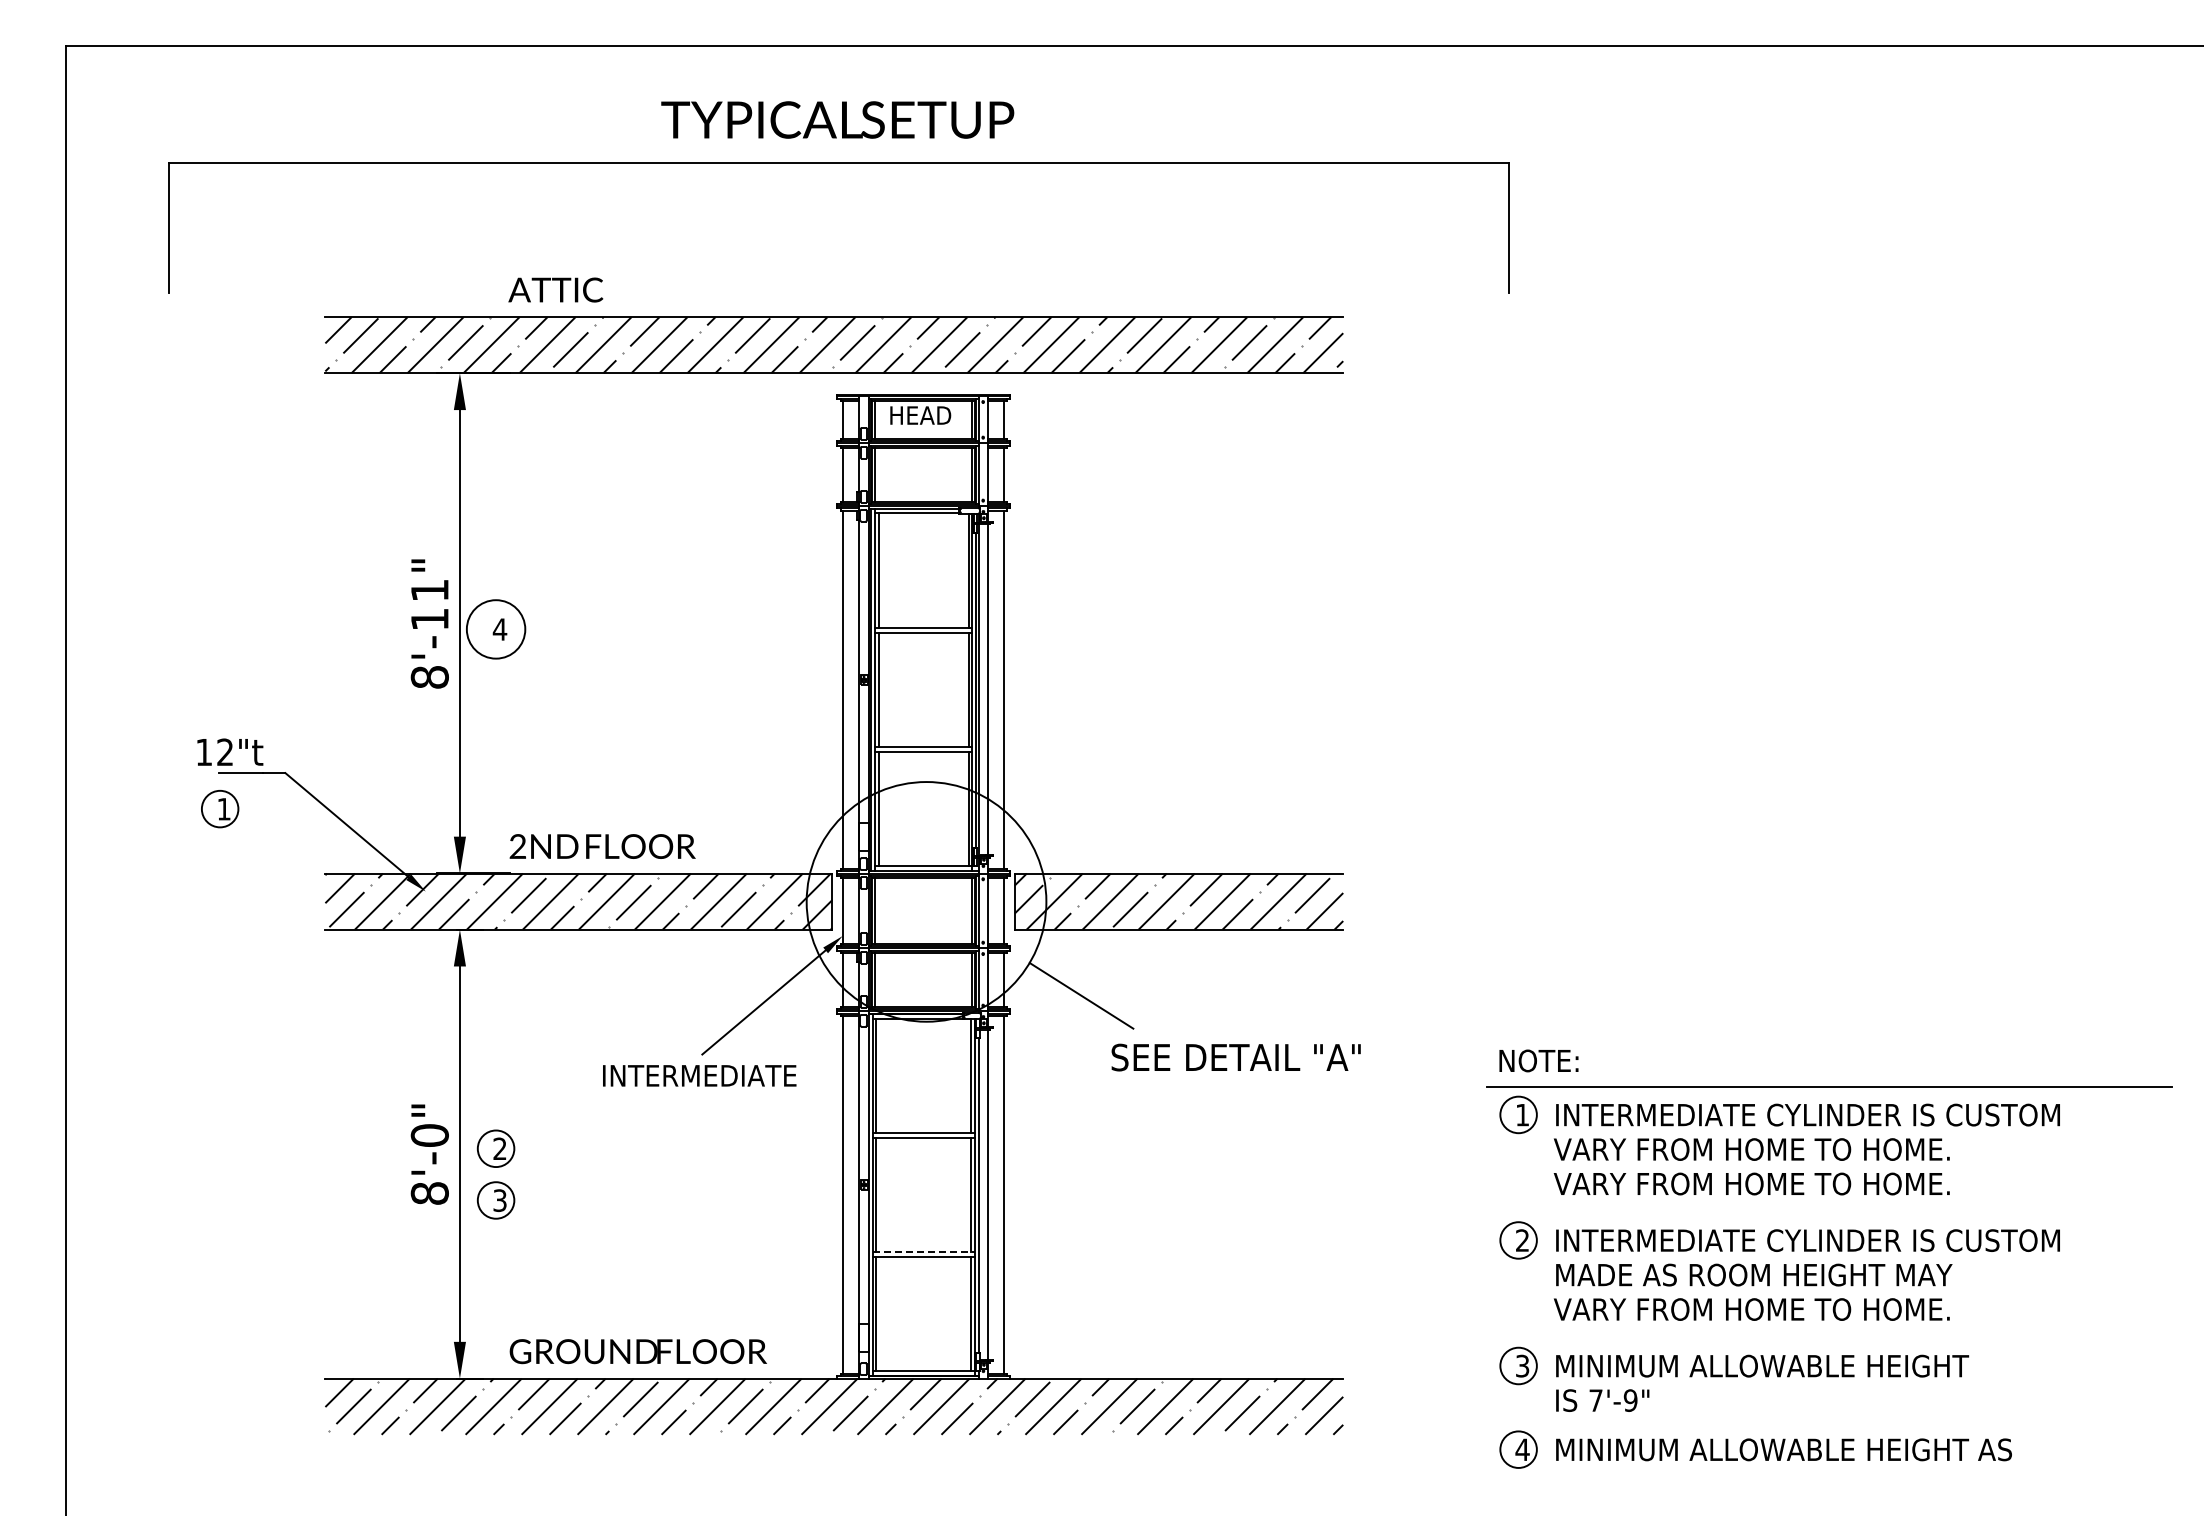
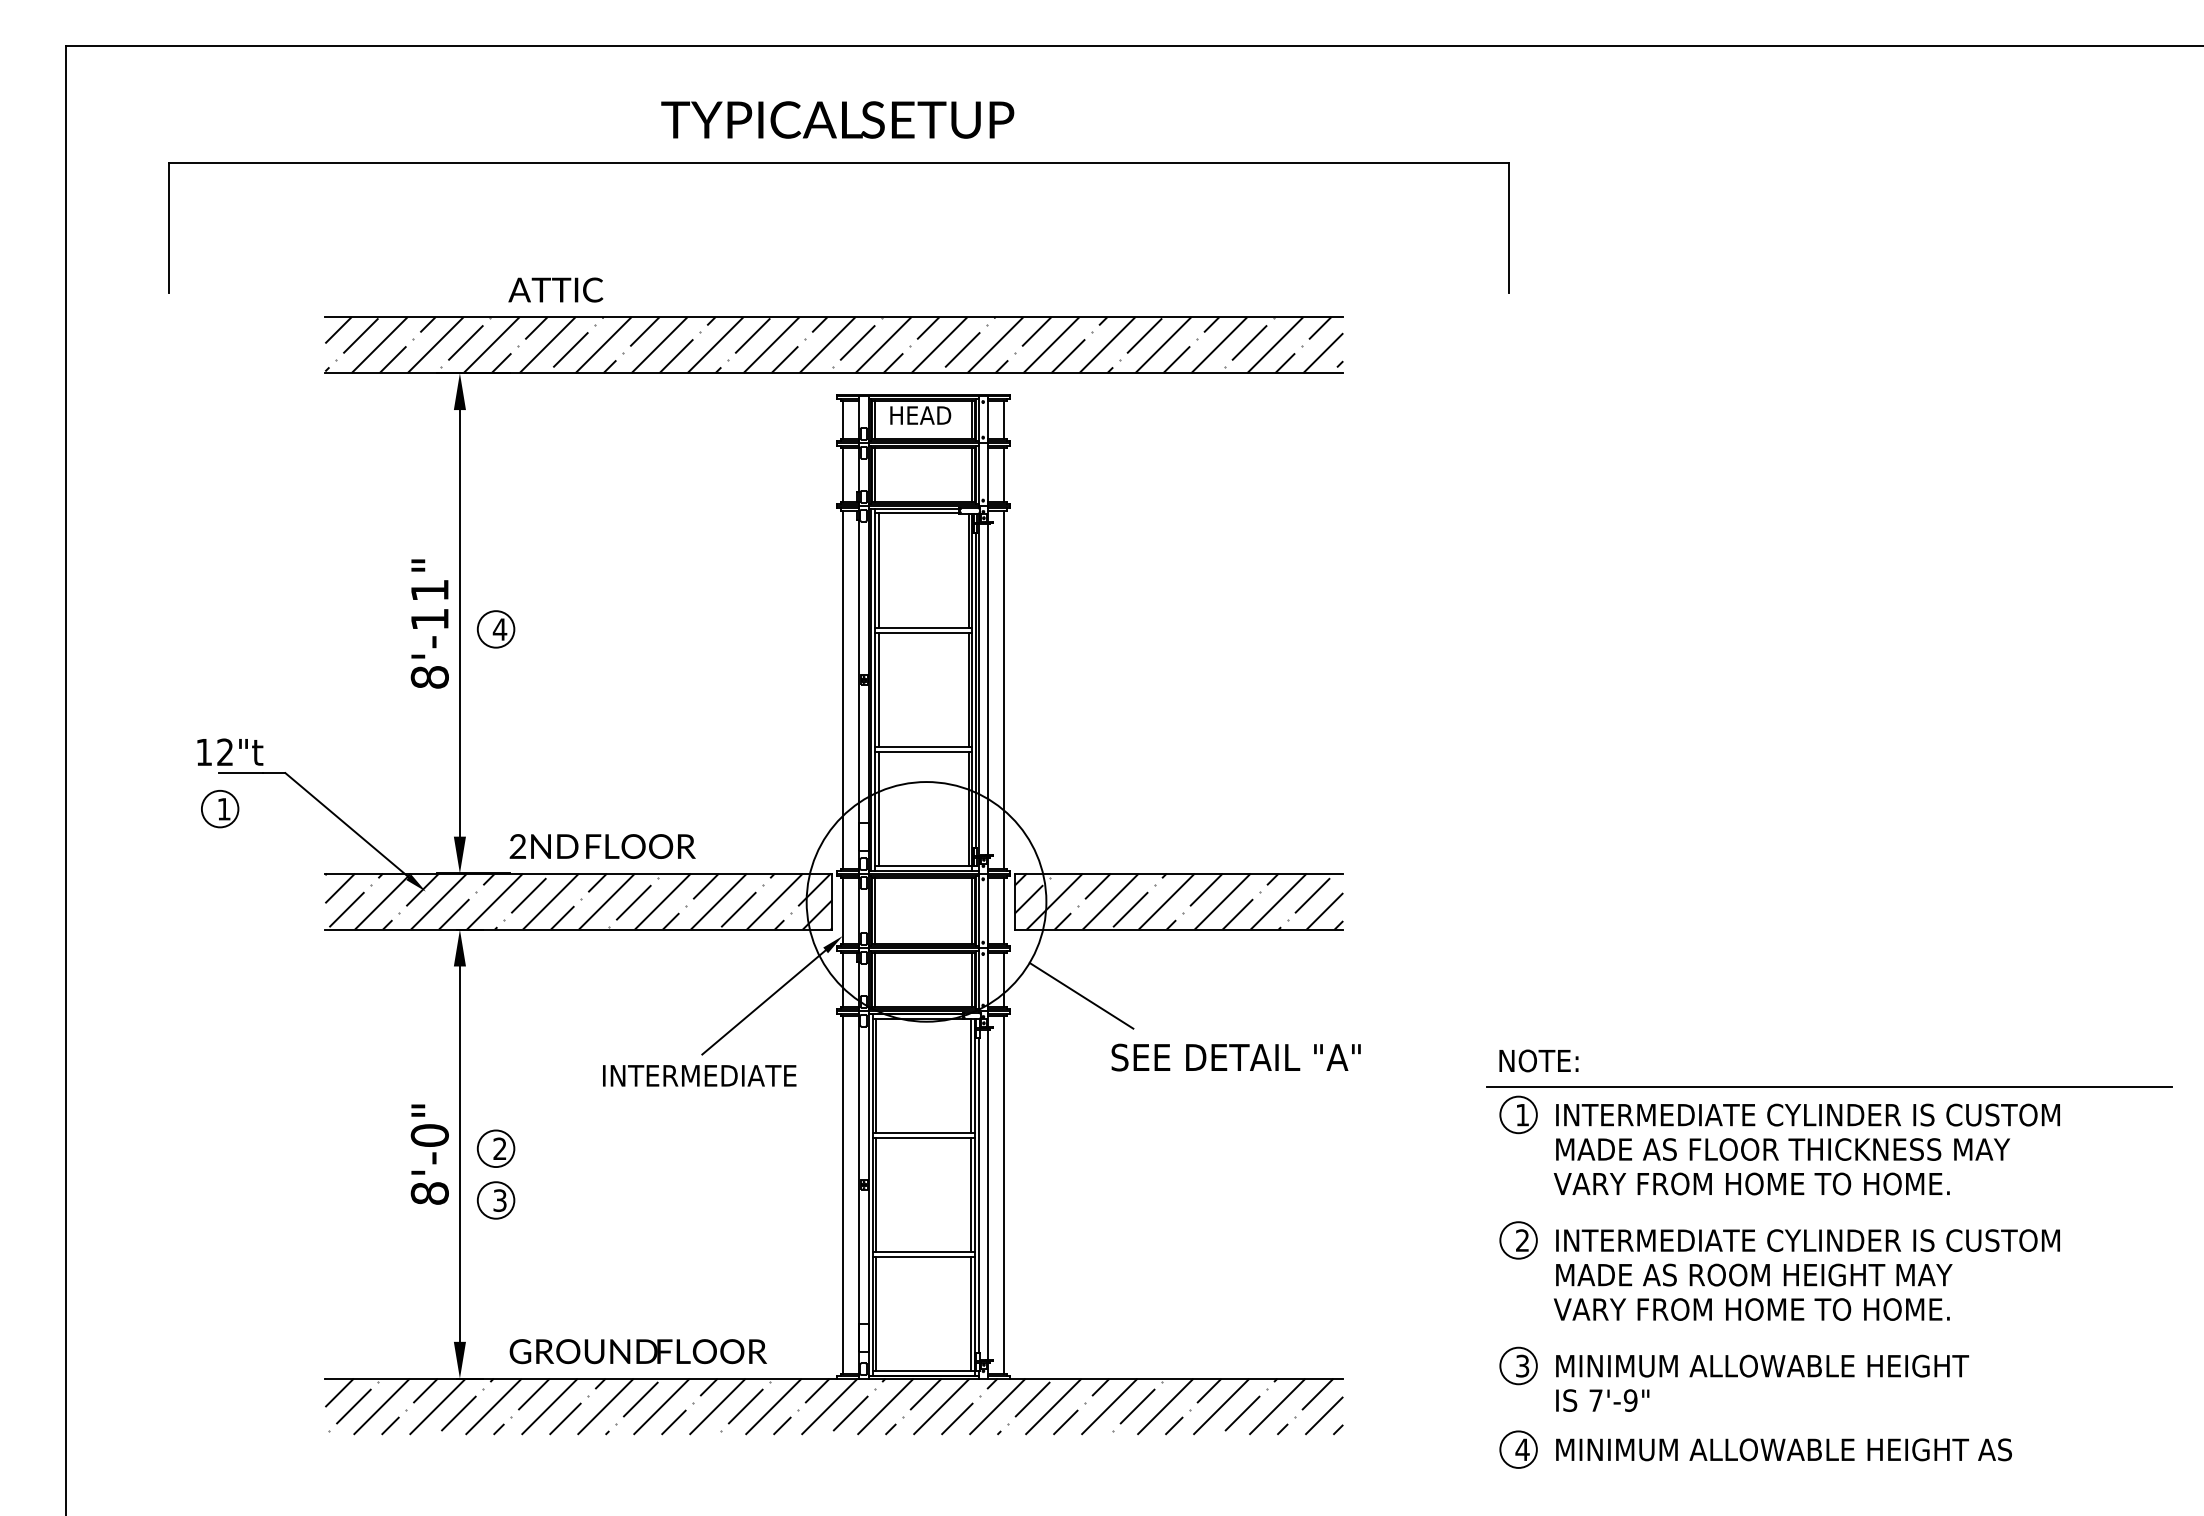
circle at (495, 629) diameter: 58 px -> 37 px
text at (1781, 1149): VARY FROM HOME TO HOME. -> MADE AS FLOOR THICKNESS MAY
line at (924, 1252): dashed -> solid
